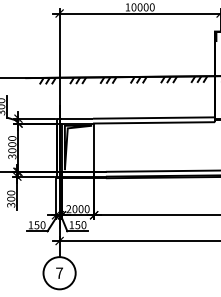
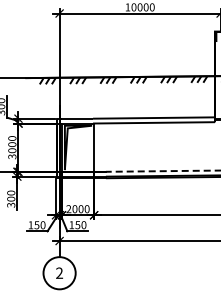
line at (162, 171): solid -> dashed
text at (59, 272): 7 -> 2
